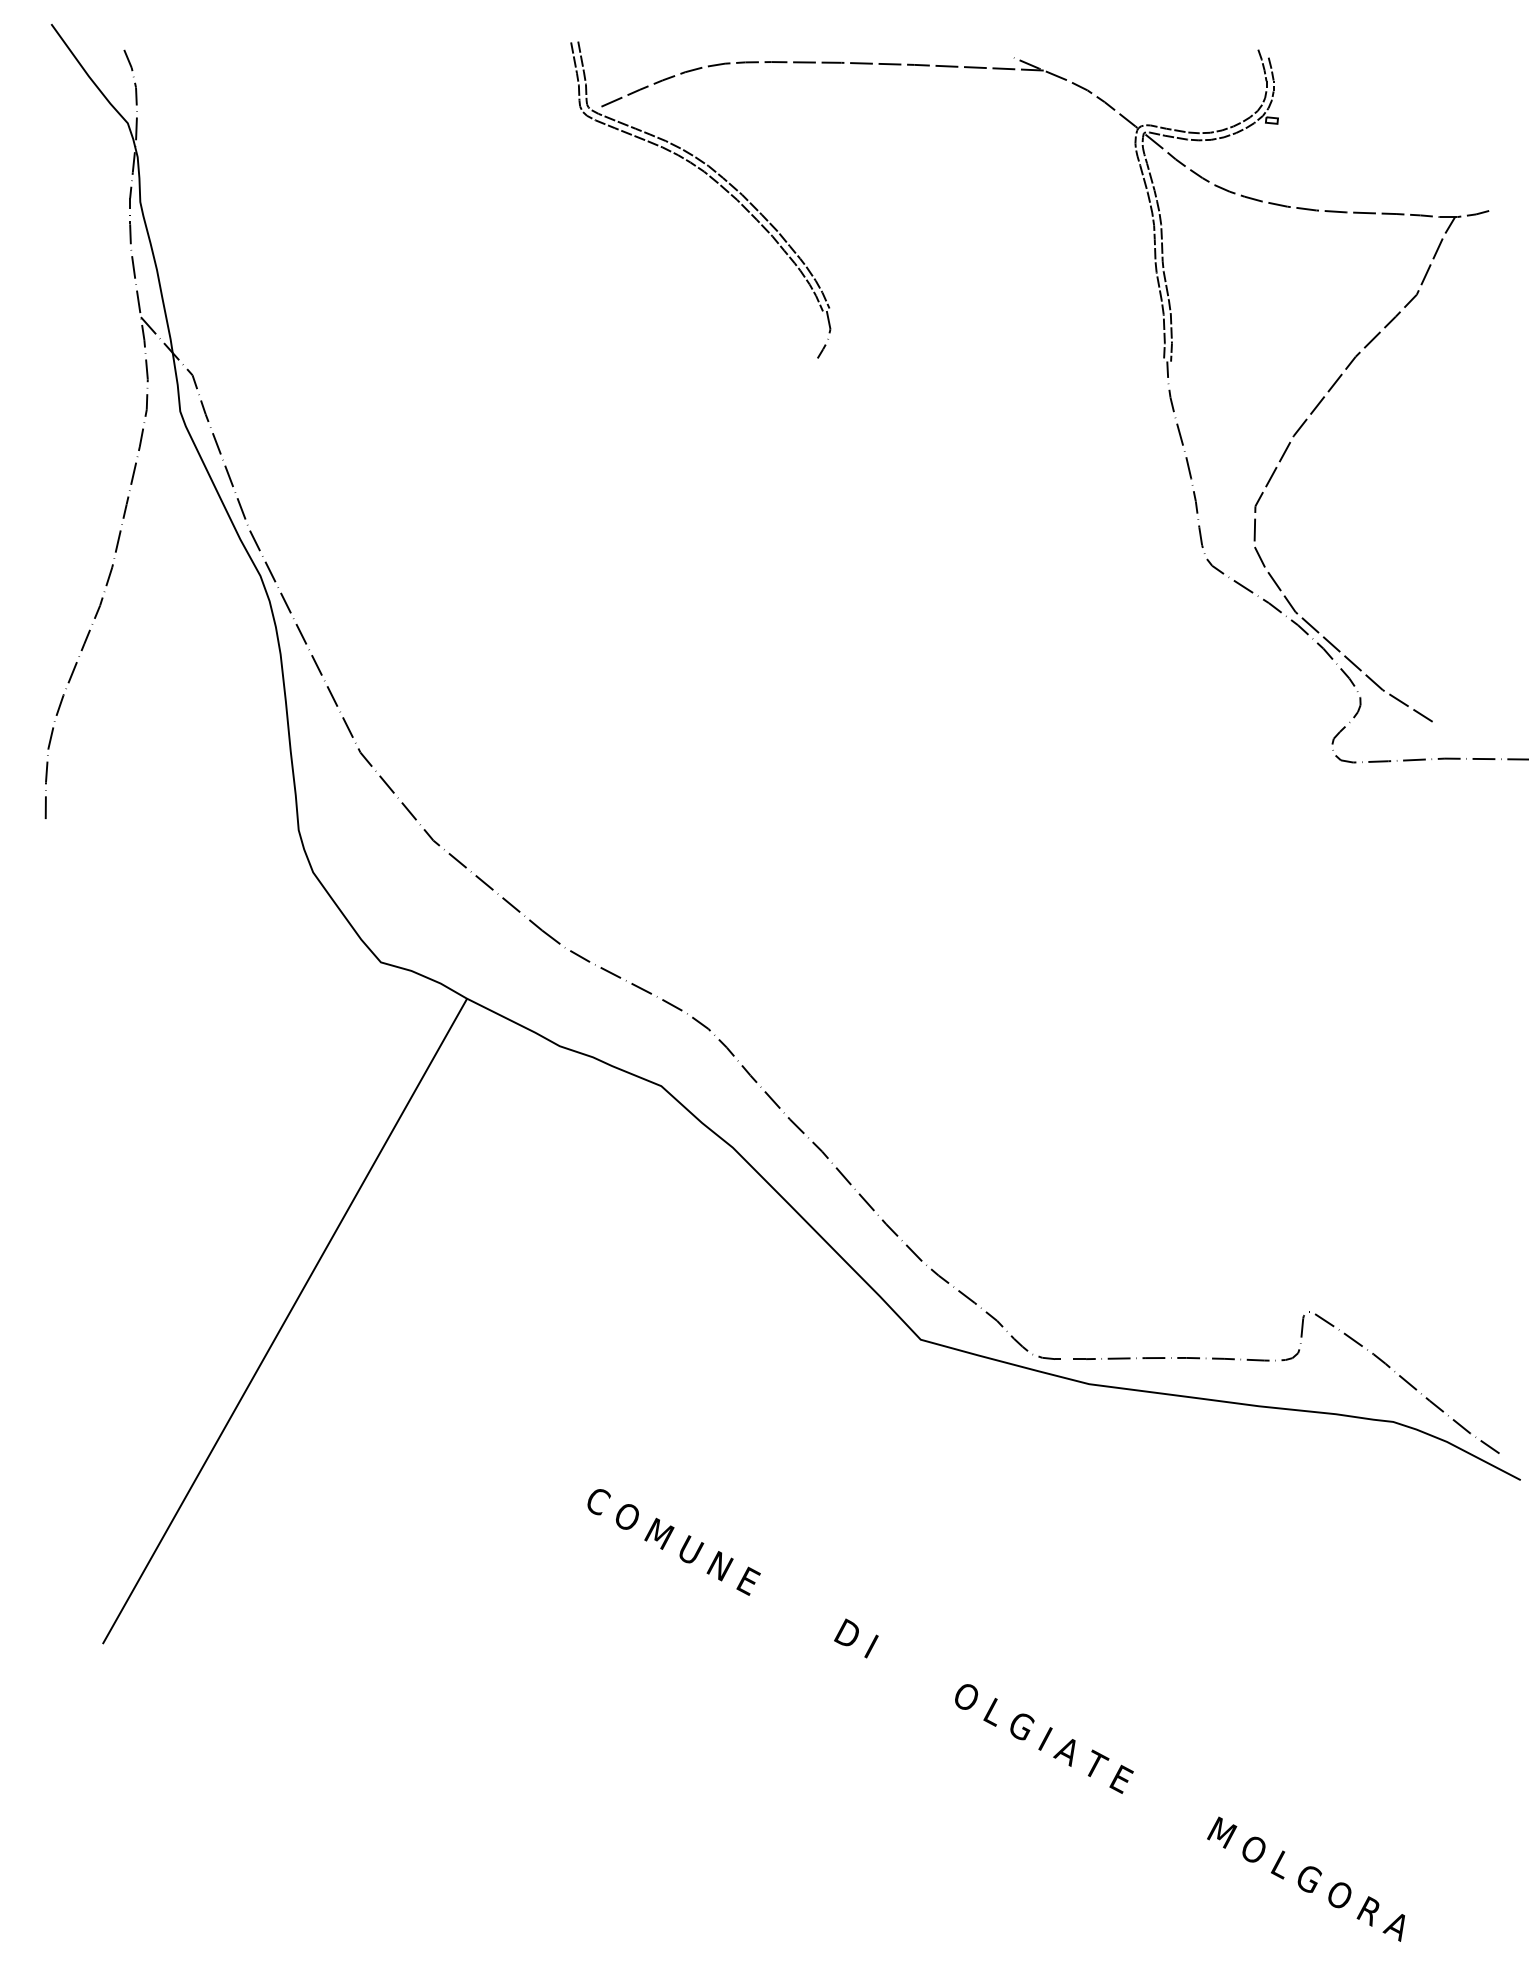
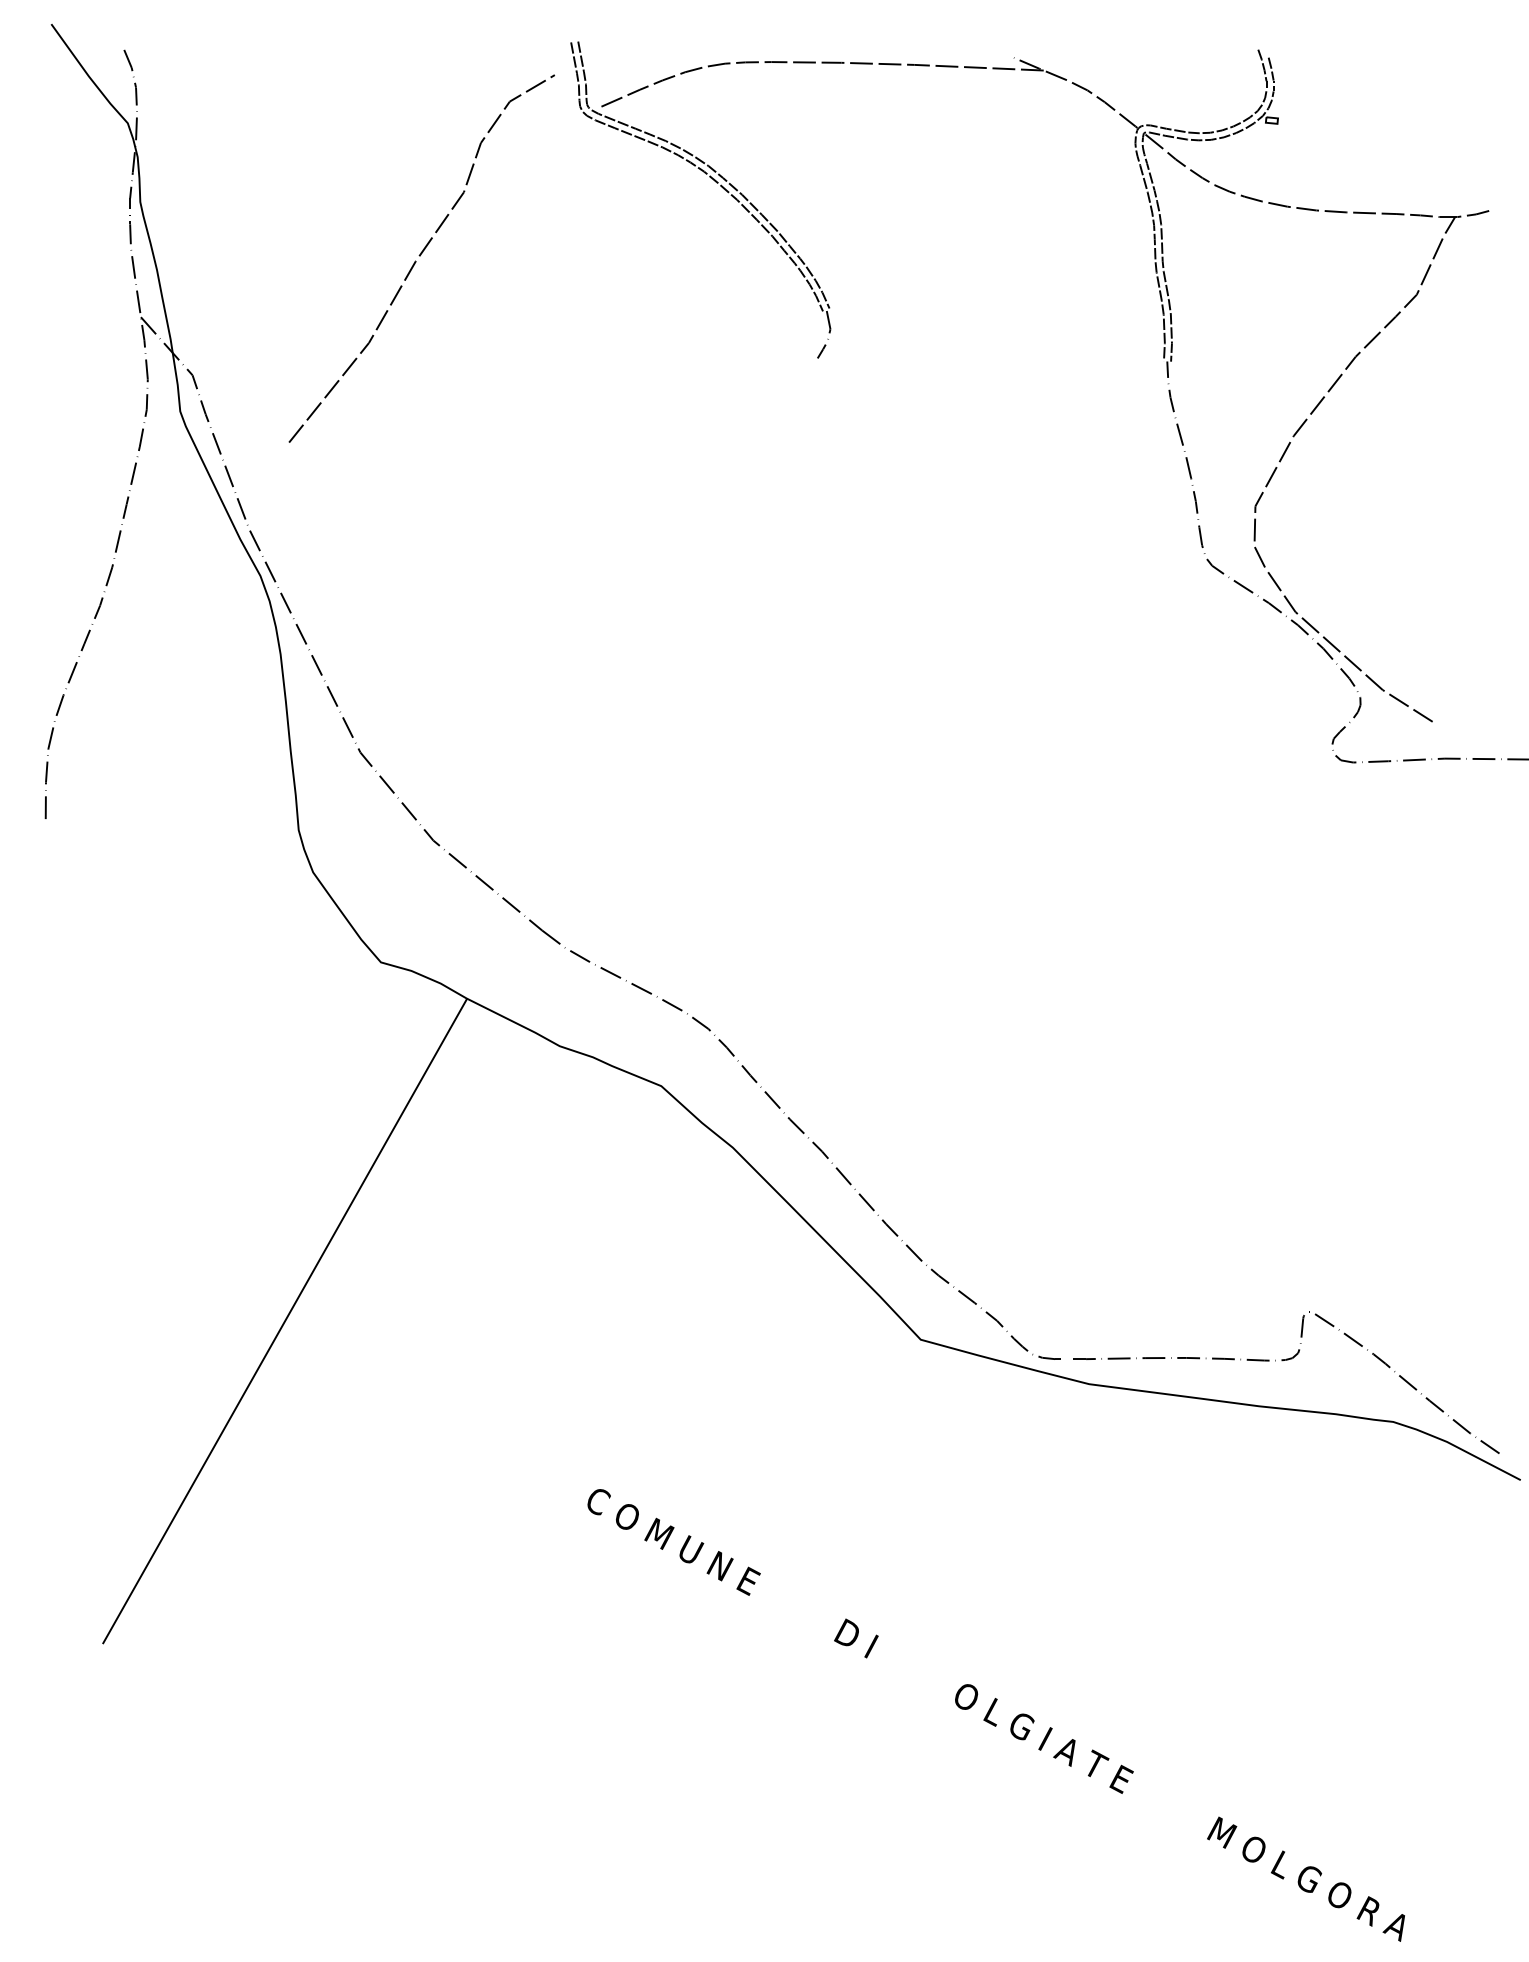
curve at (420, 256): none -> present
